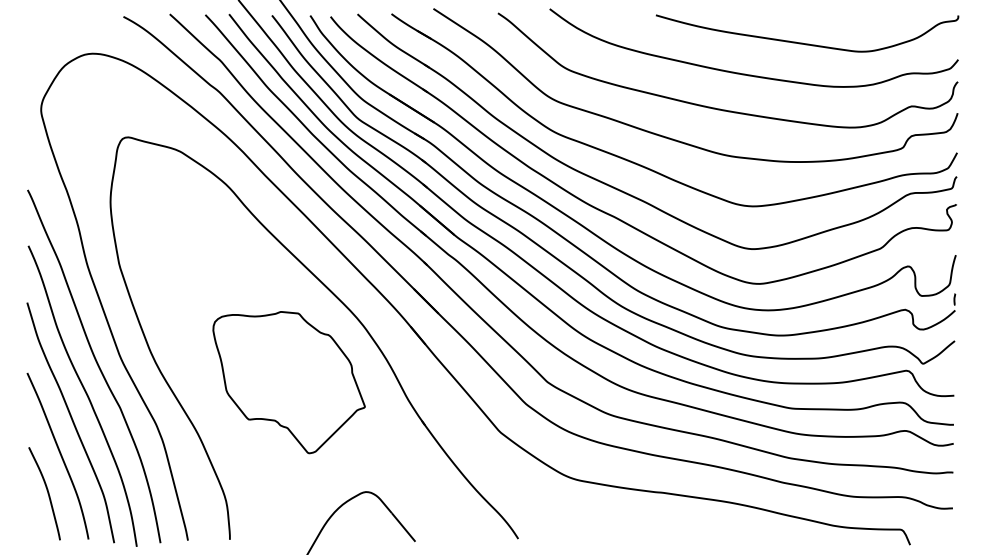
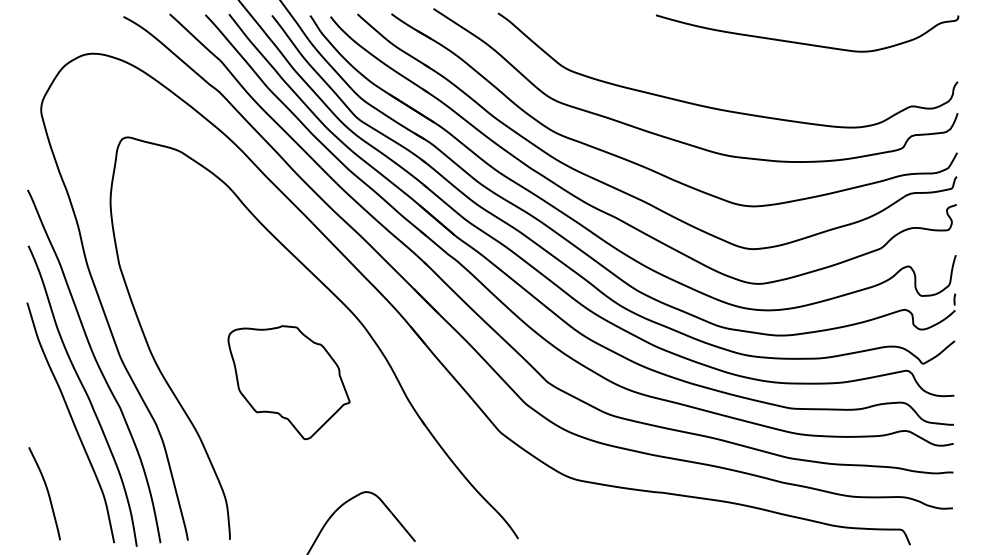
curve at (751, 74): present -> none
part at (288, 382) size: 154x144 px -> 124x116 px
curve at (59, 454): present -> none
